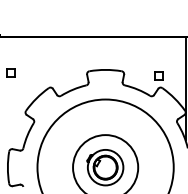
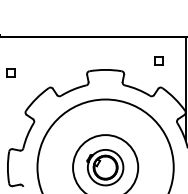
part at (158, 75) position: (158, 75) -> (158, 60)
